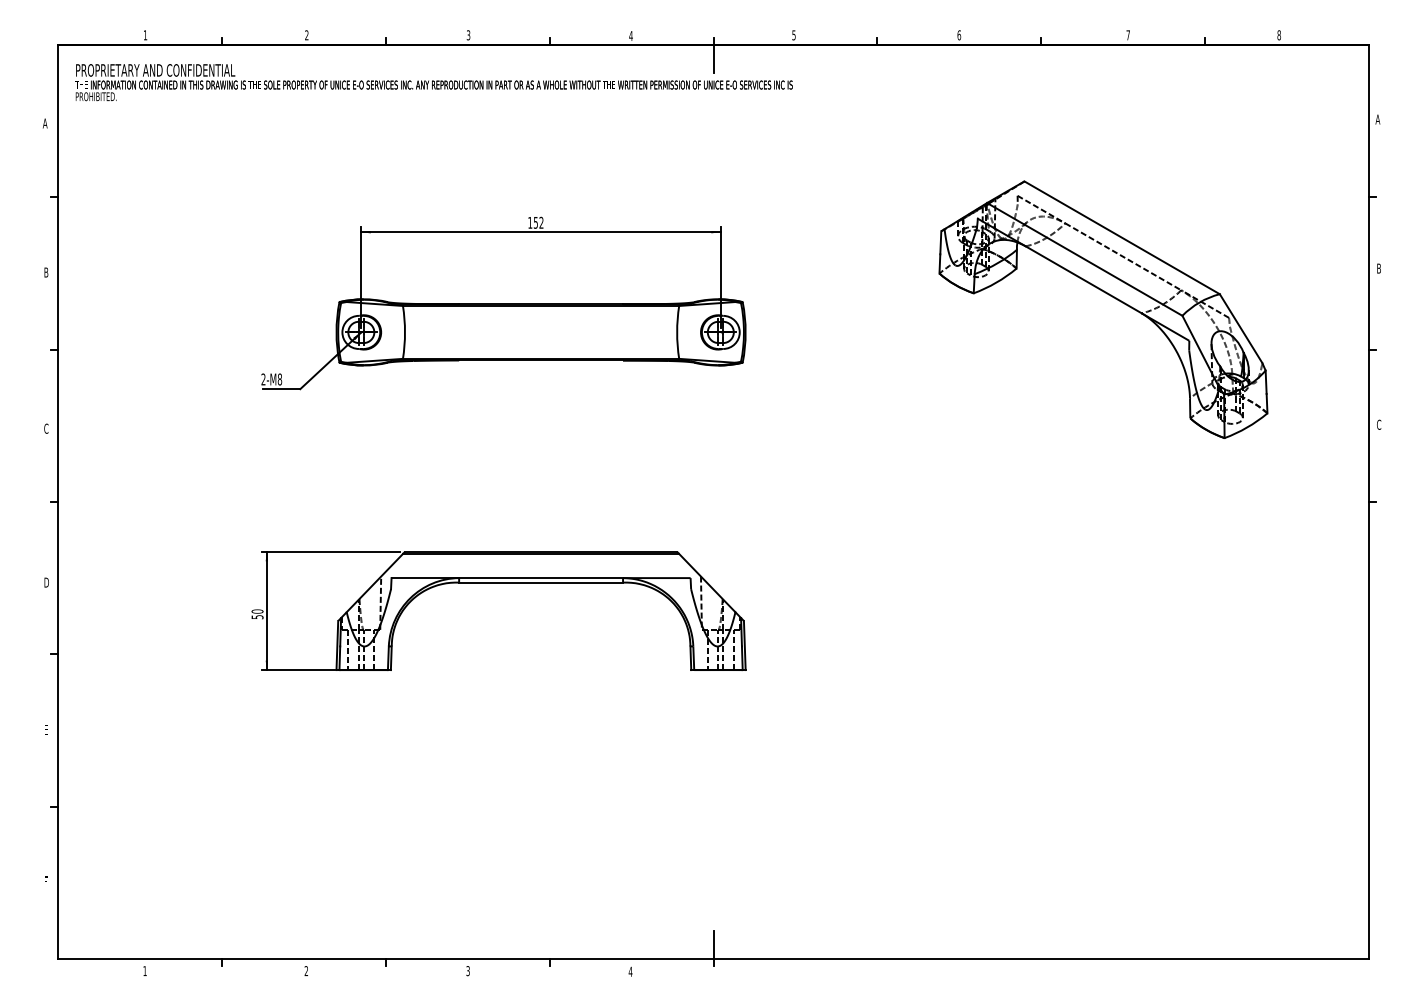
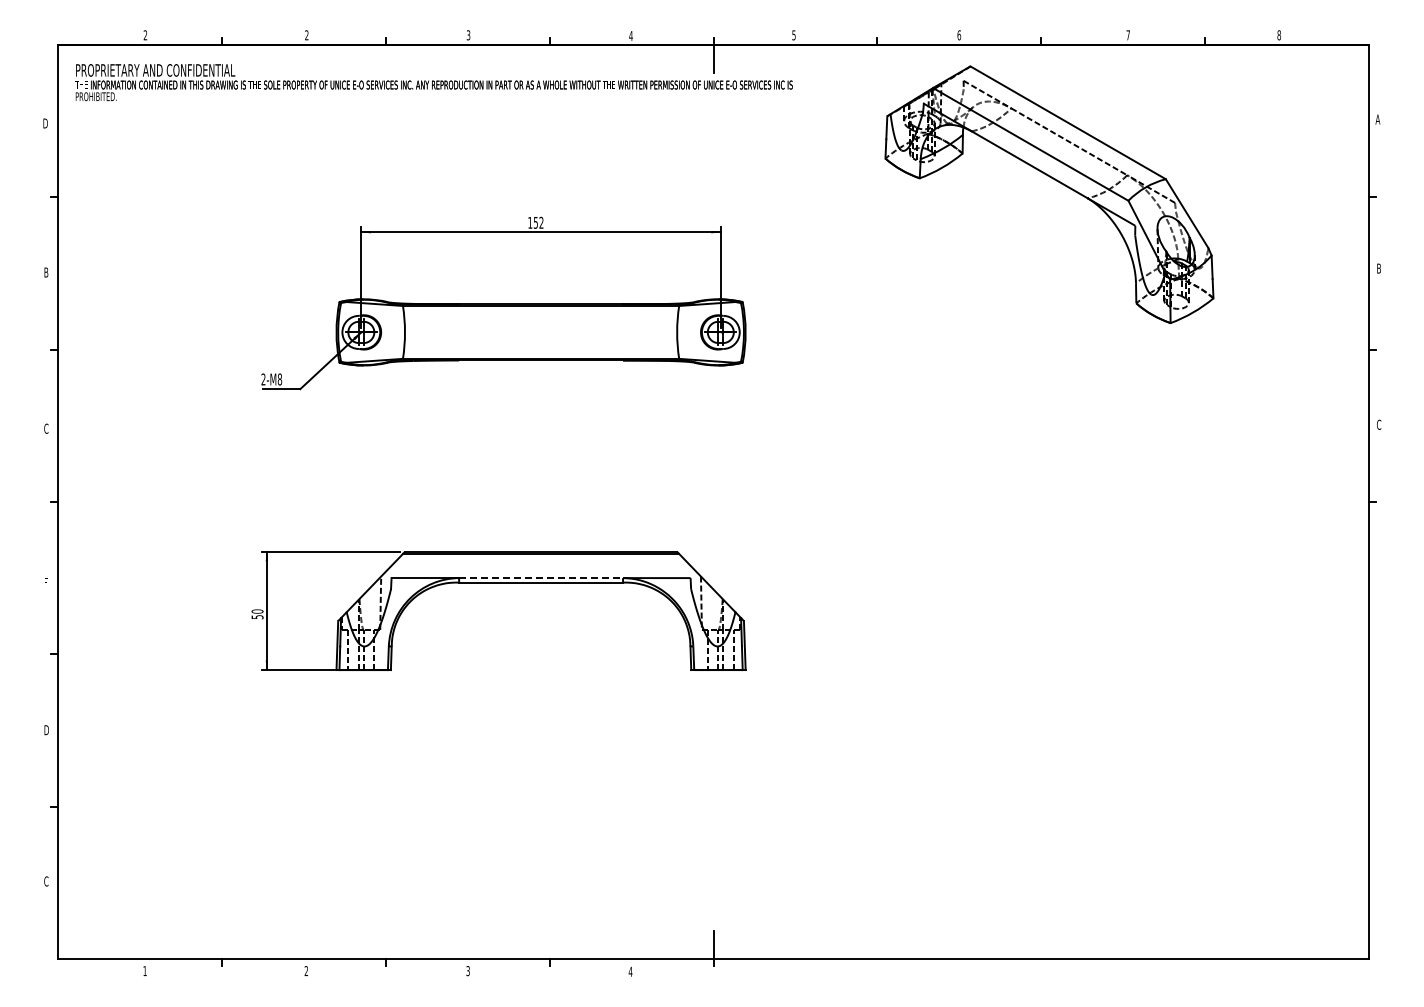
text at (145, 35): 1 -> 2
text at (44, 123): A -> D
part at (1110, 296) position: (1110, 296) -> (1056, 181)
line at (541, 578): solid -> dashed
text at (46, 582): D -> F
text at (46, 730): E -> D
text at (46, 881): F -> C
